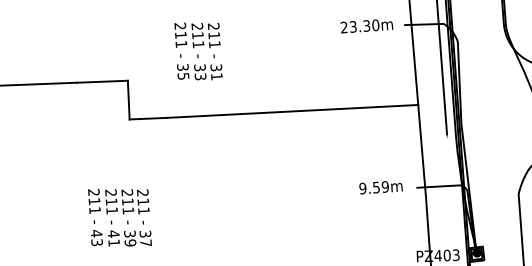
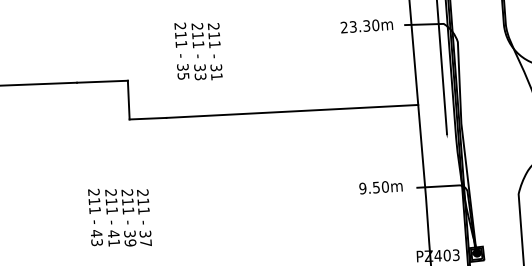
text at (384, 186): 9.59m -> 9.50m
